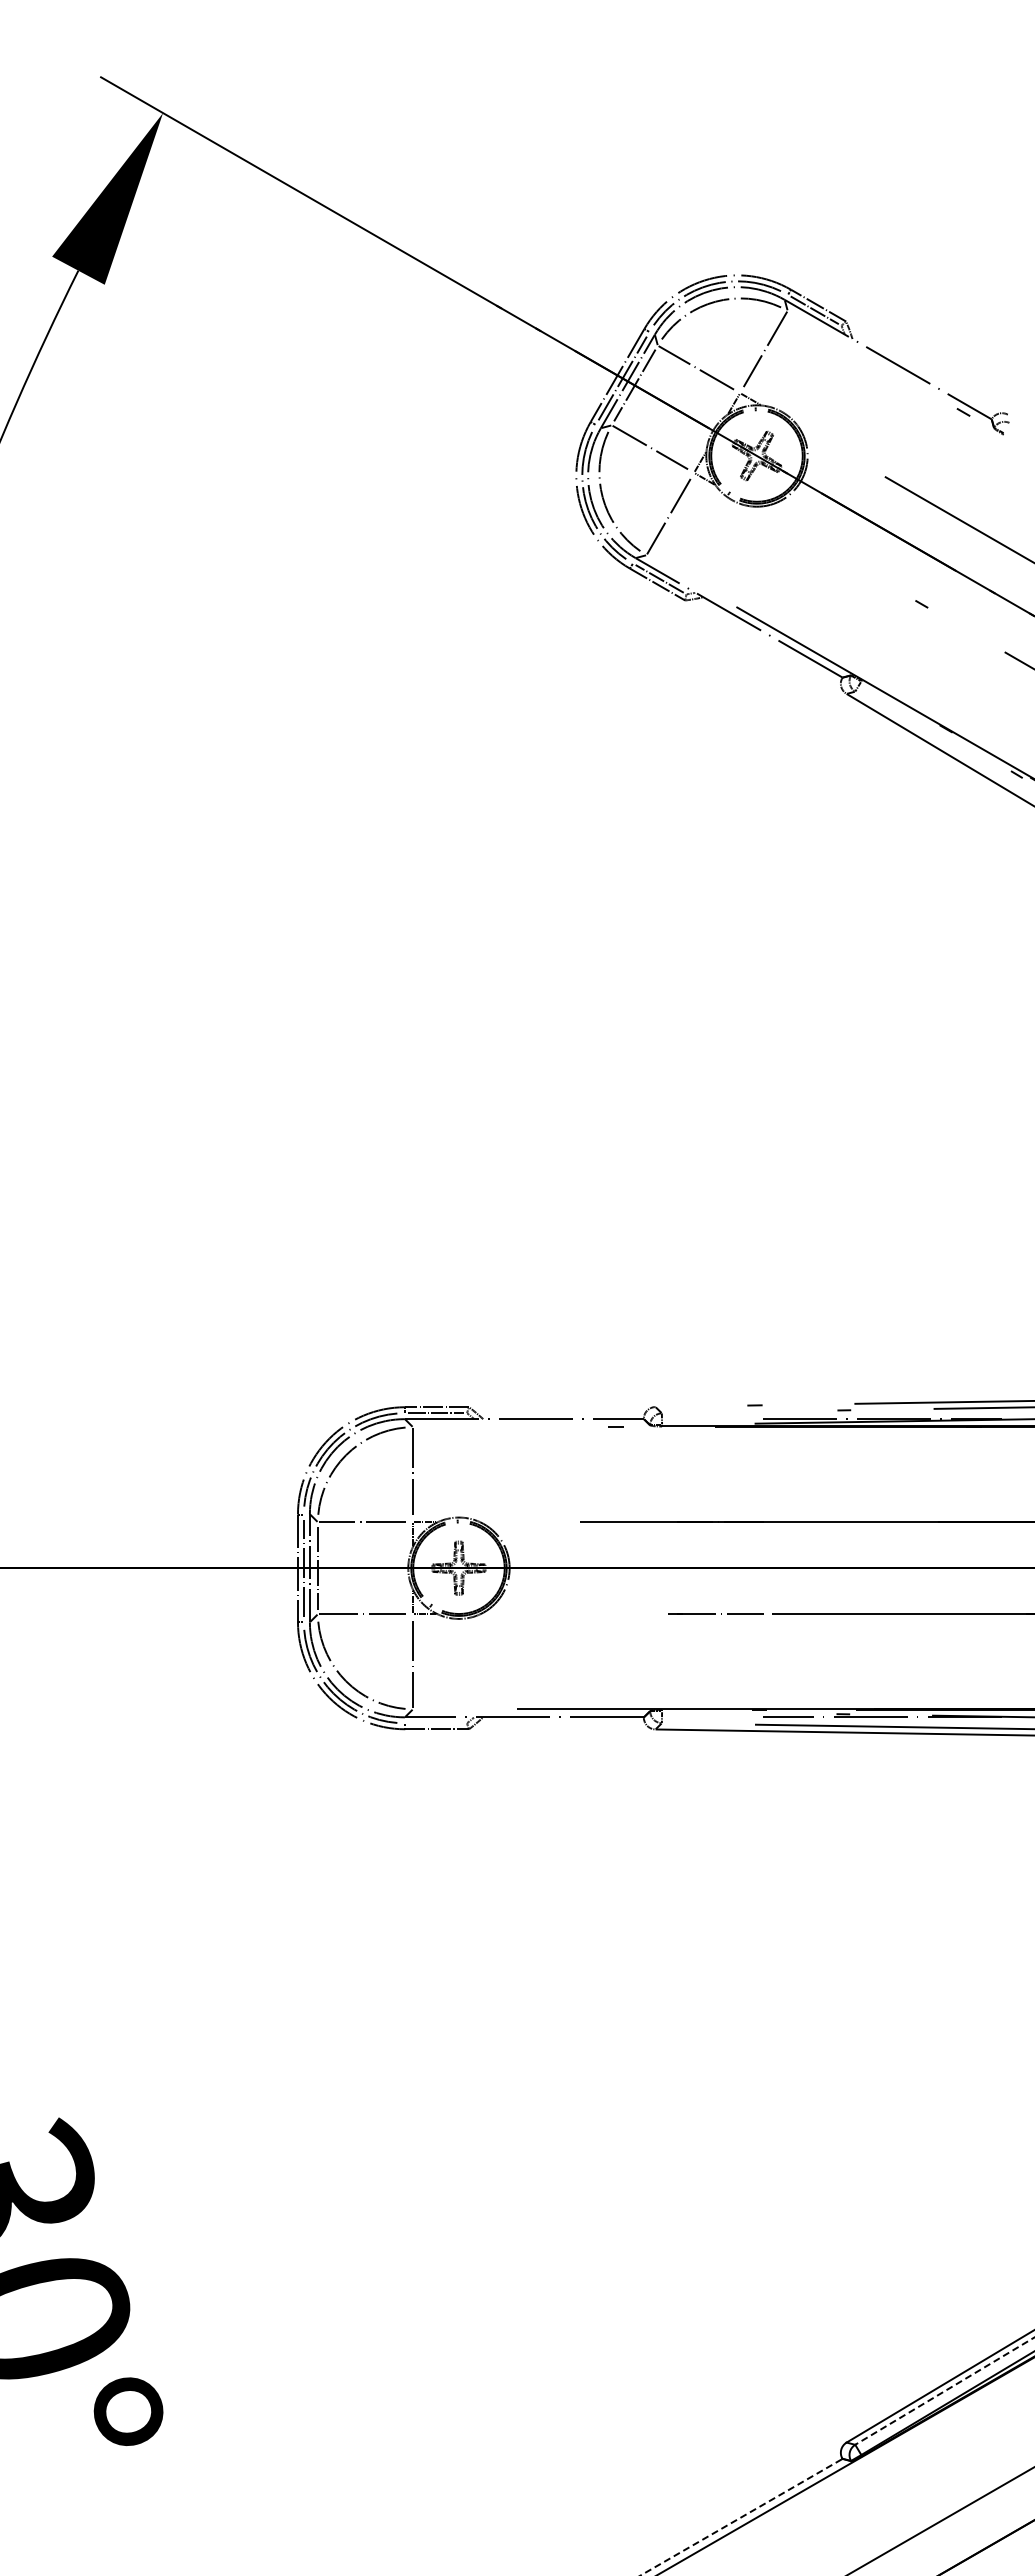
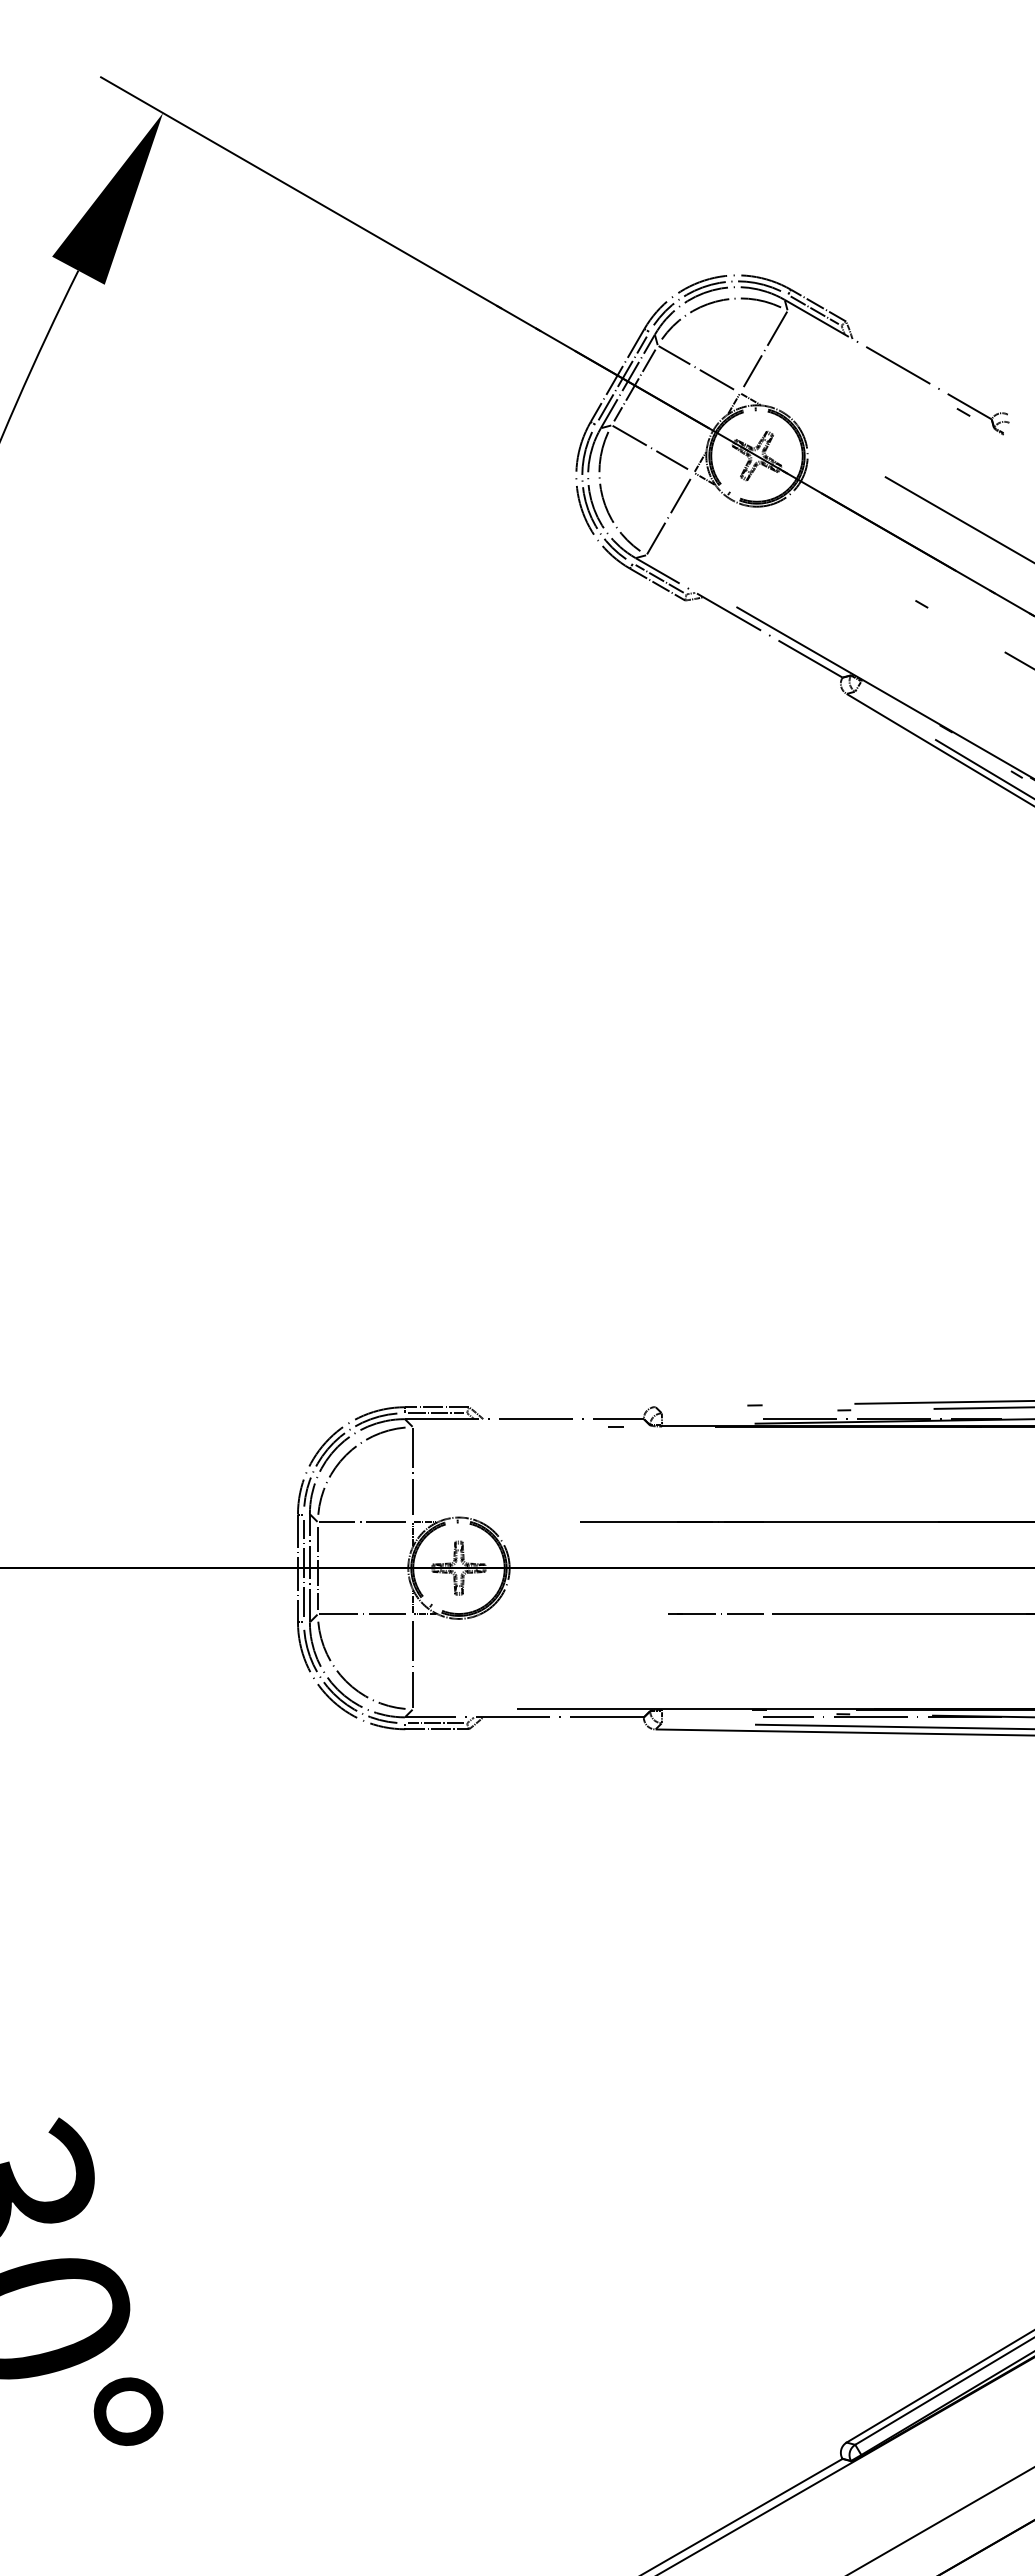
line at (983, 768): none -> present
line at (435, 1723): none -> present
line at (944, 2391): dashed -> solid
line at (741, 2517): dashed -> solid
